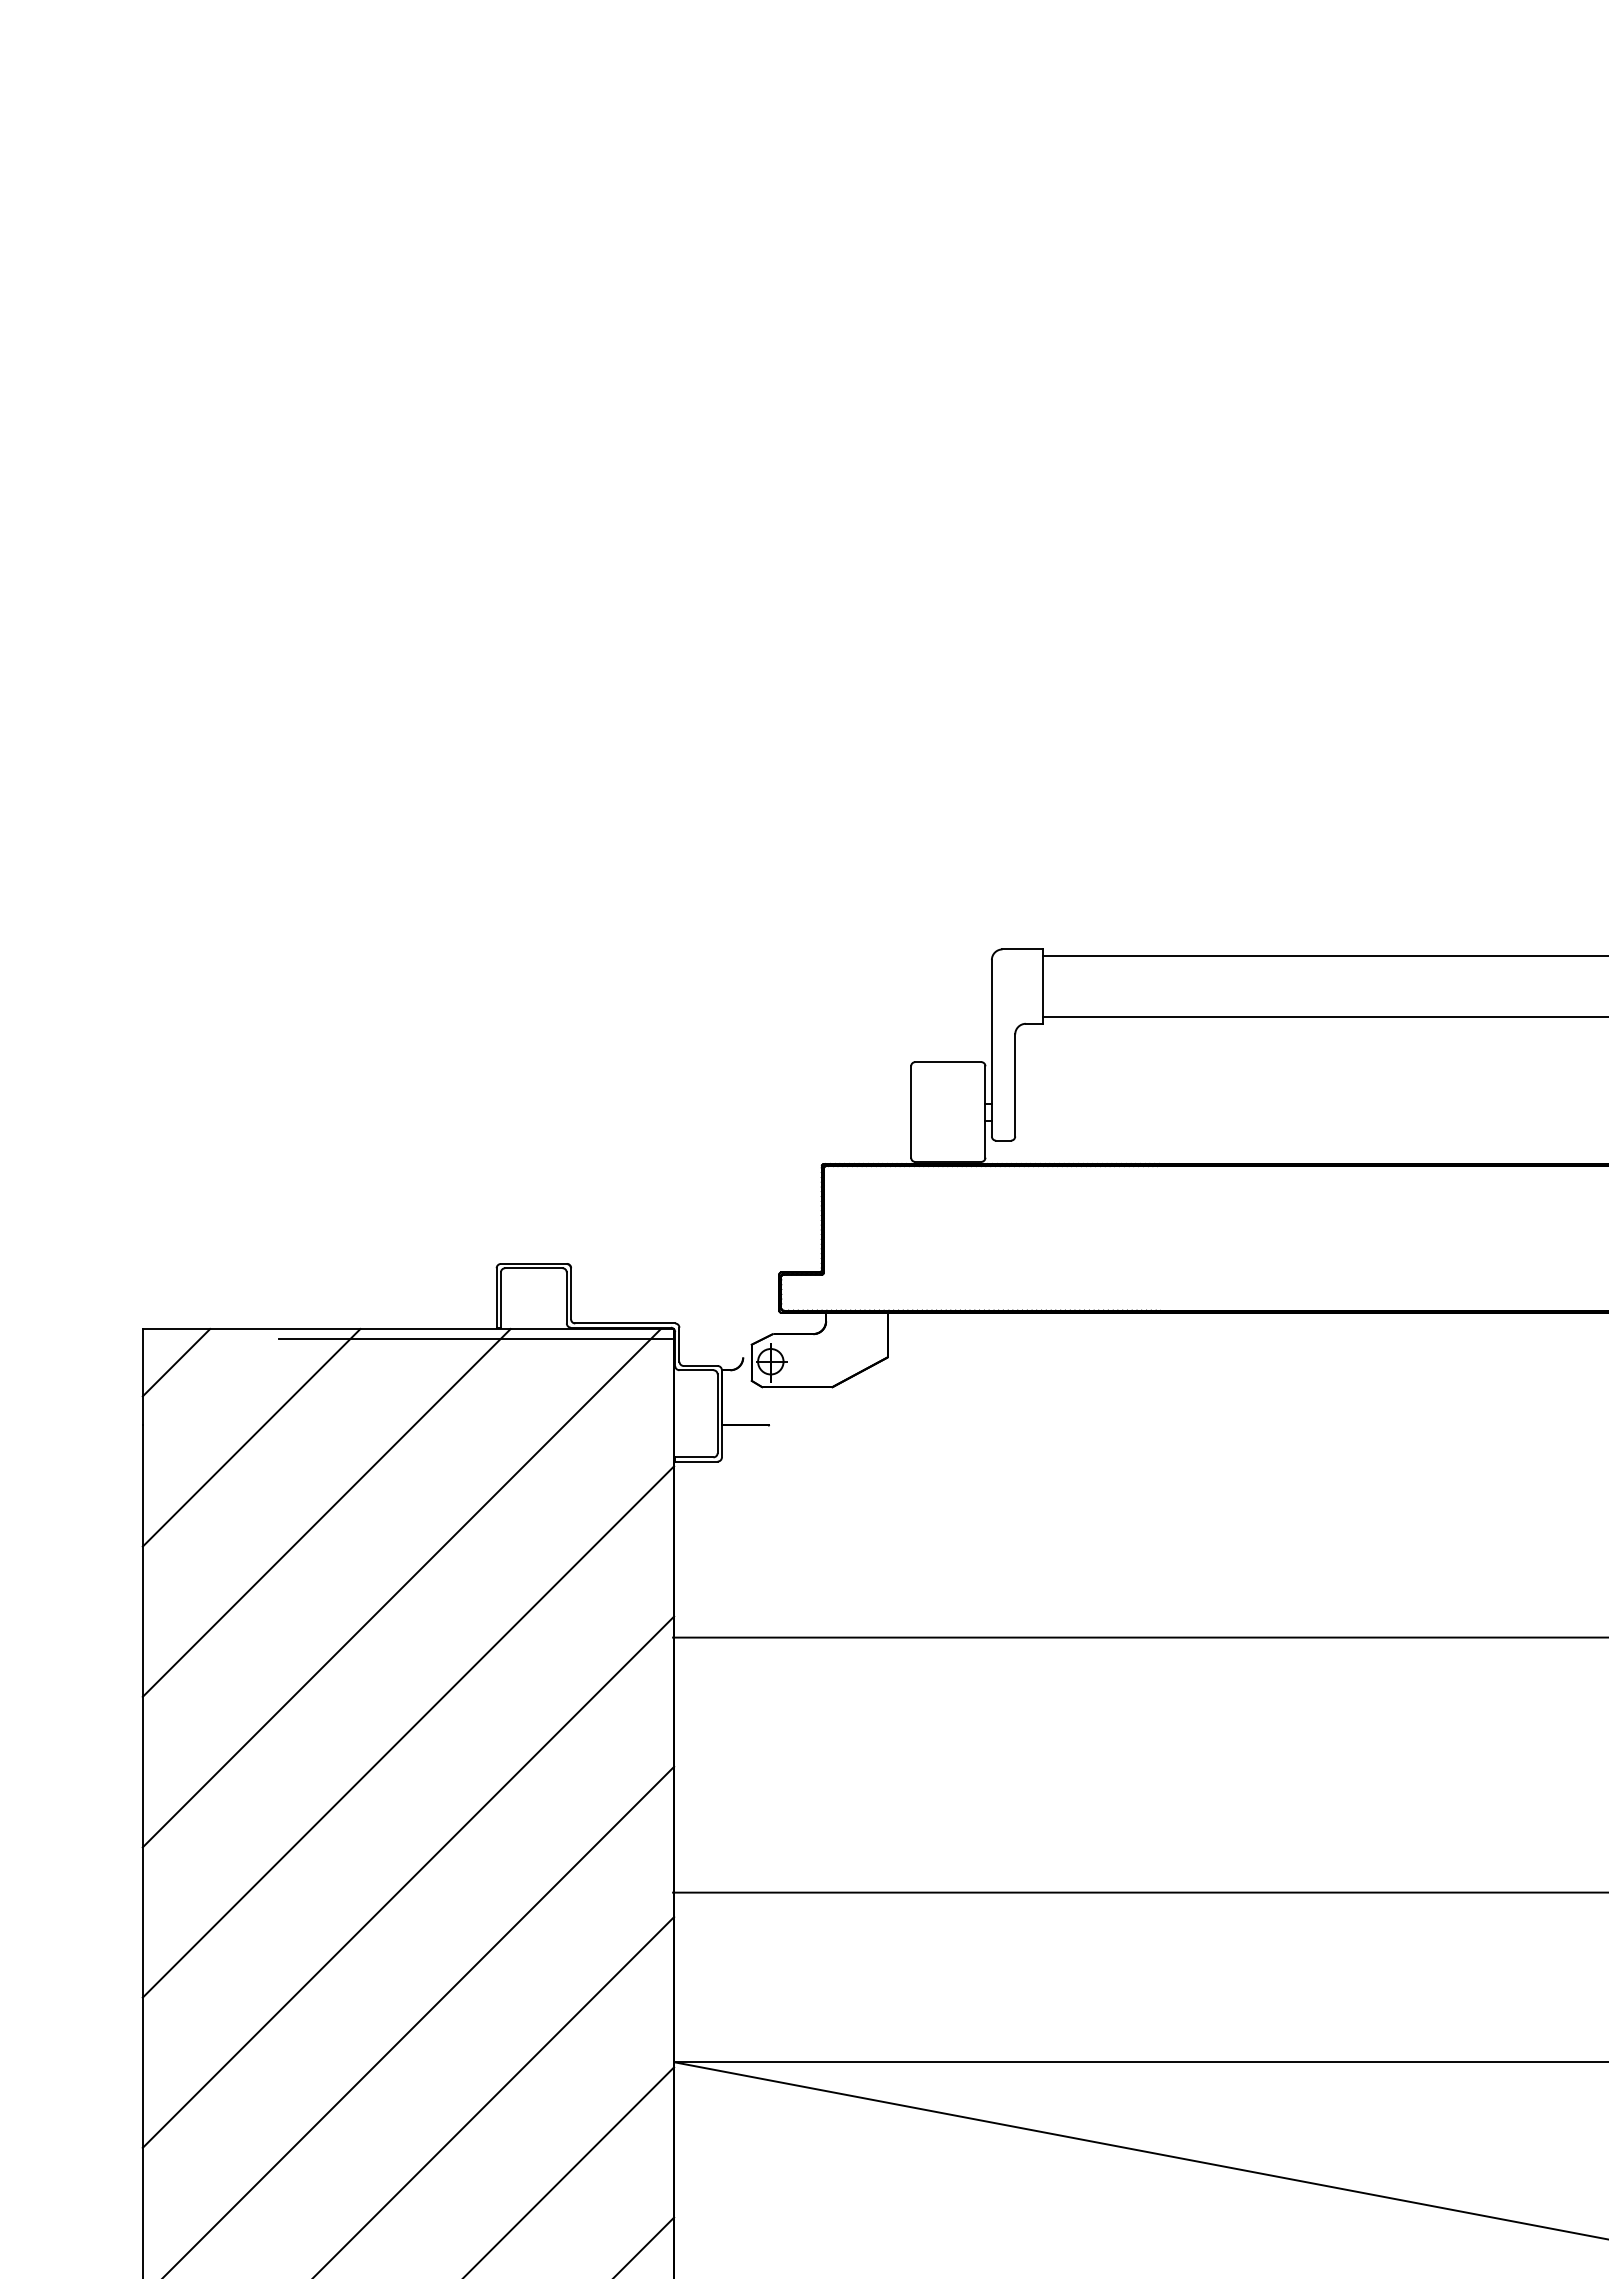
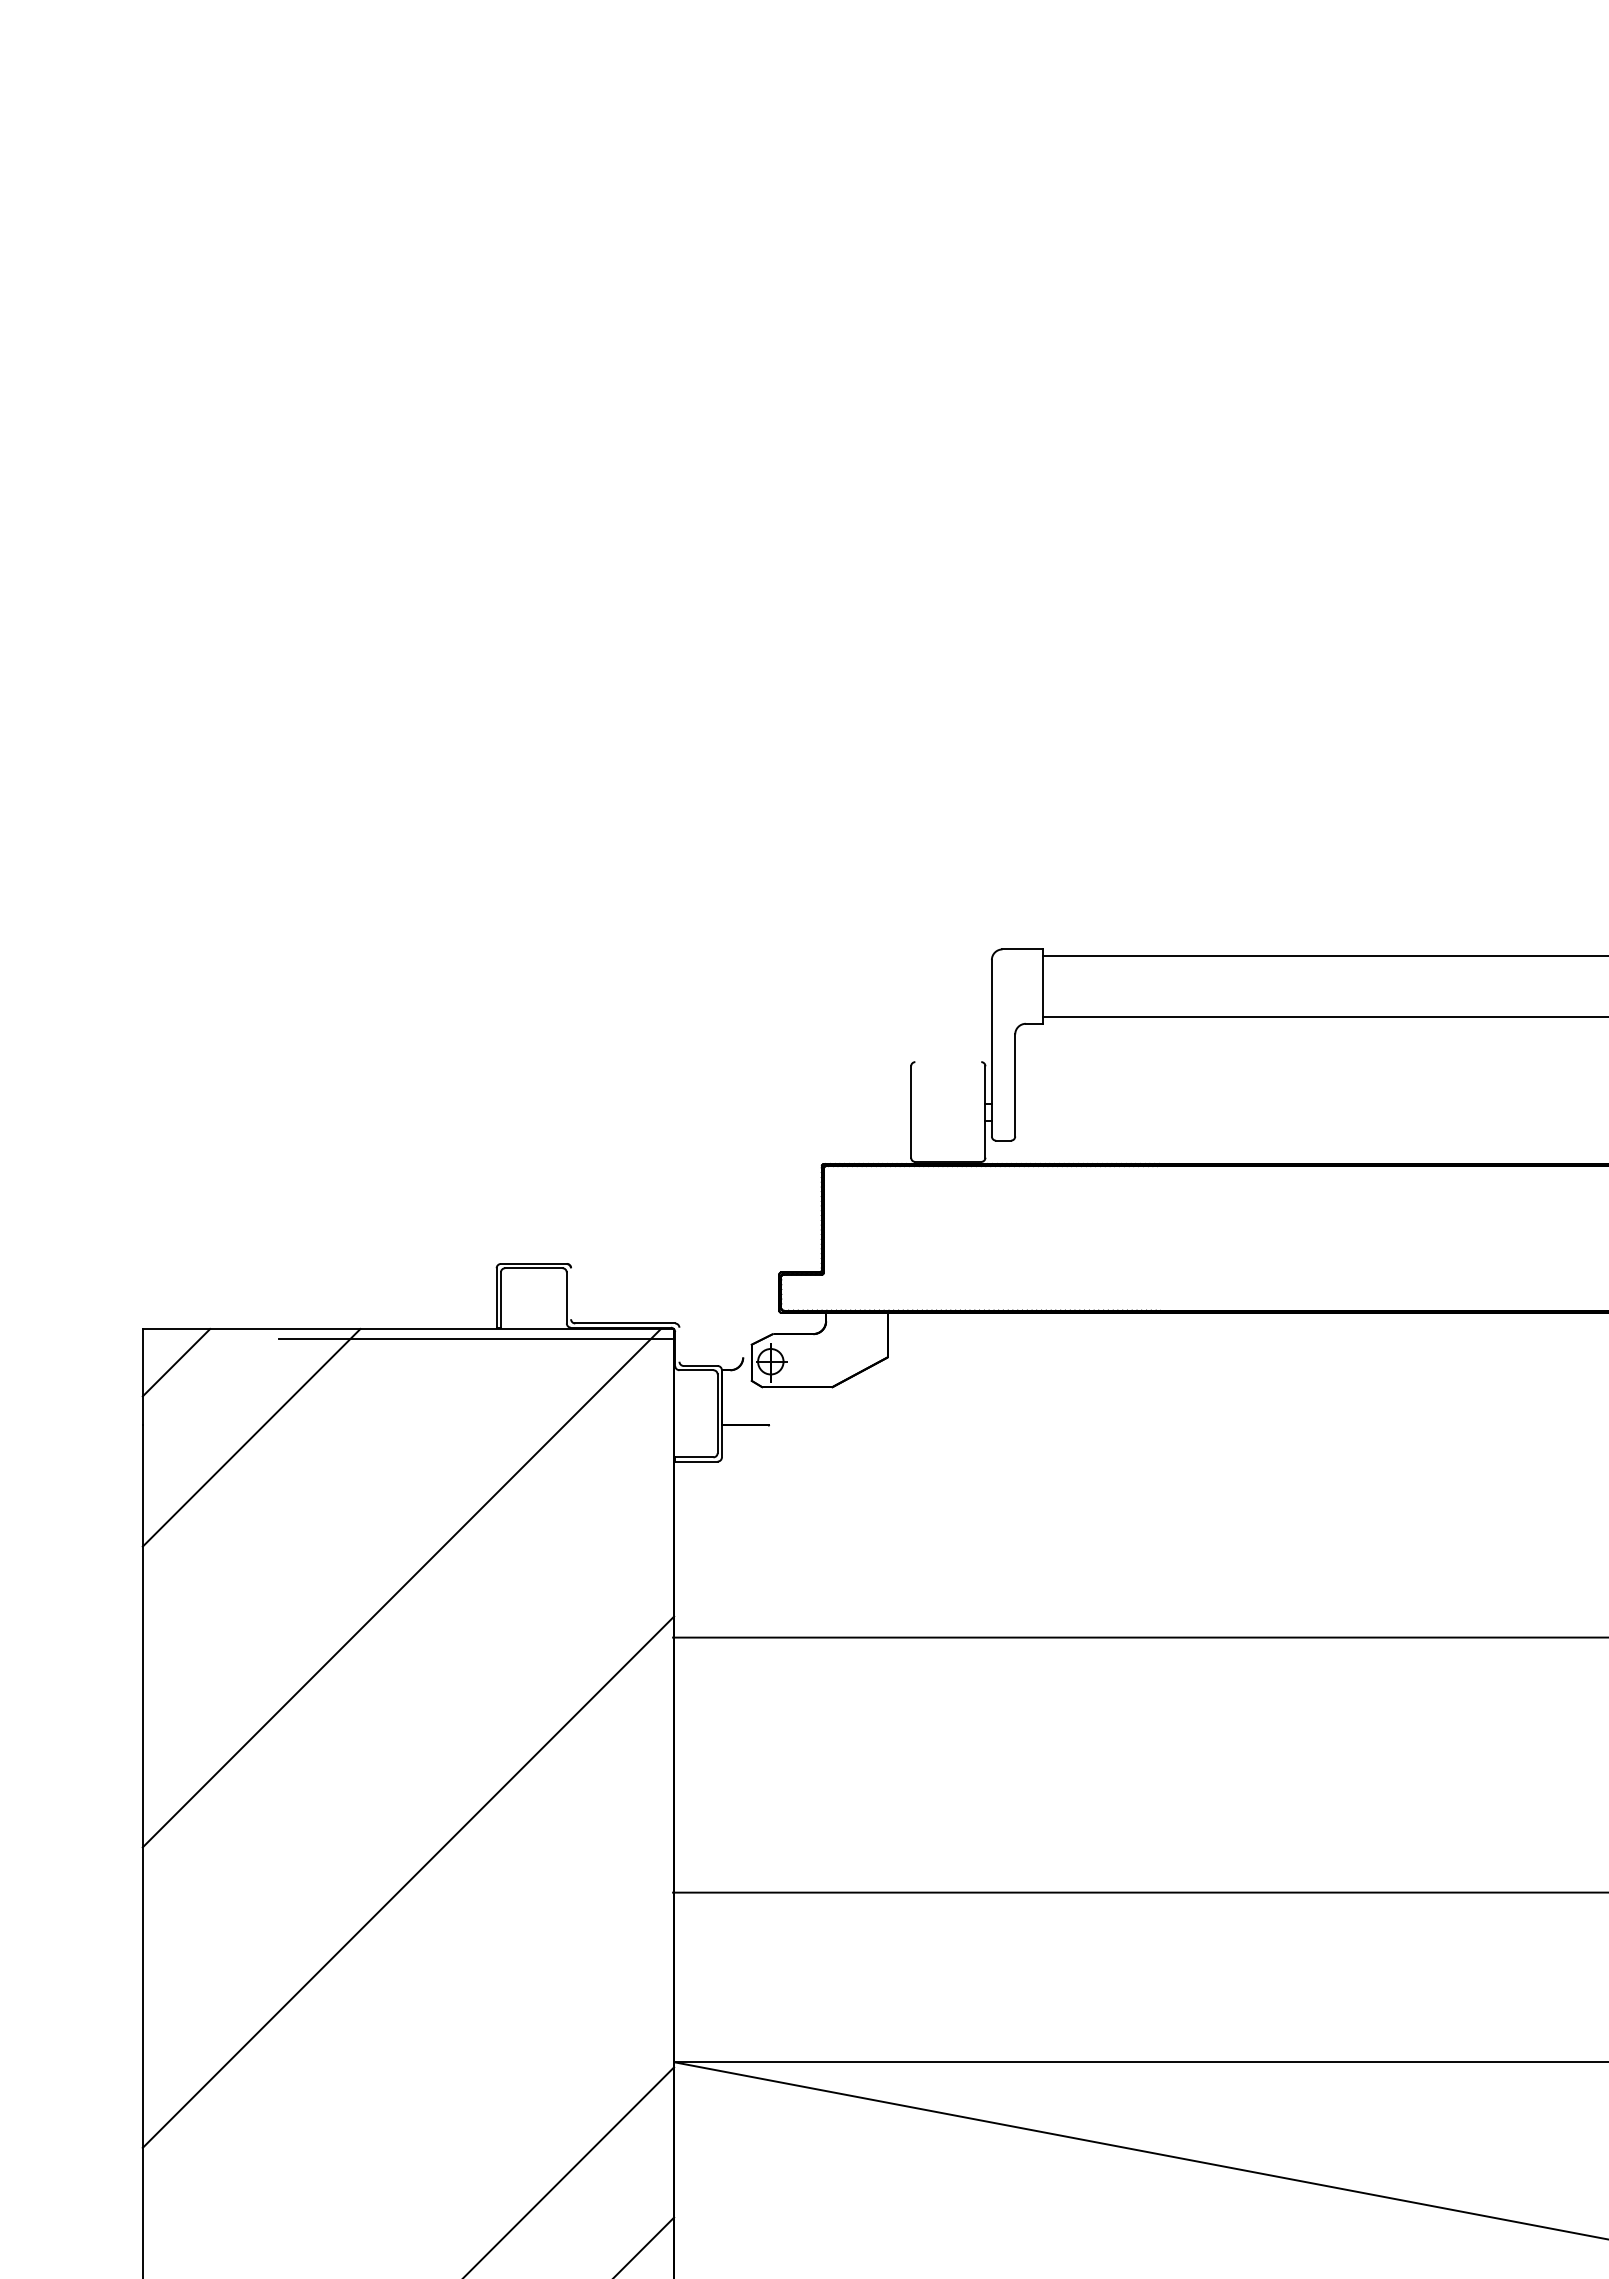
line at (948, 1062): present -> none
line at (571, 1293): present -> none
line at (679, 1344): present -> none
line at (326, 1512): present -> none
line at (408, 1731): present -> none
line at (419, 2020): present -> none
line at (494, 2096): present -> none
